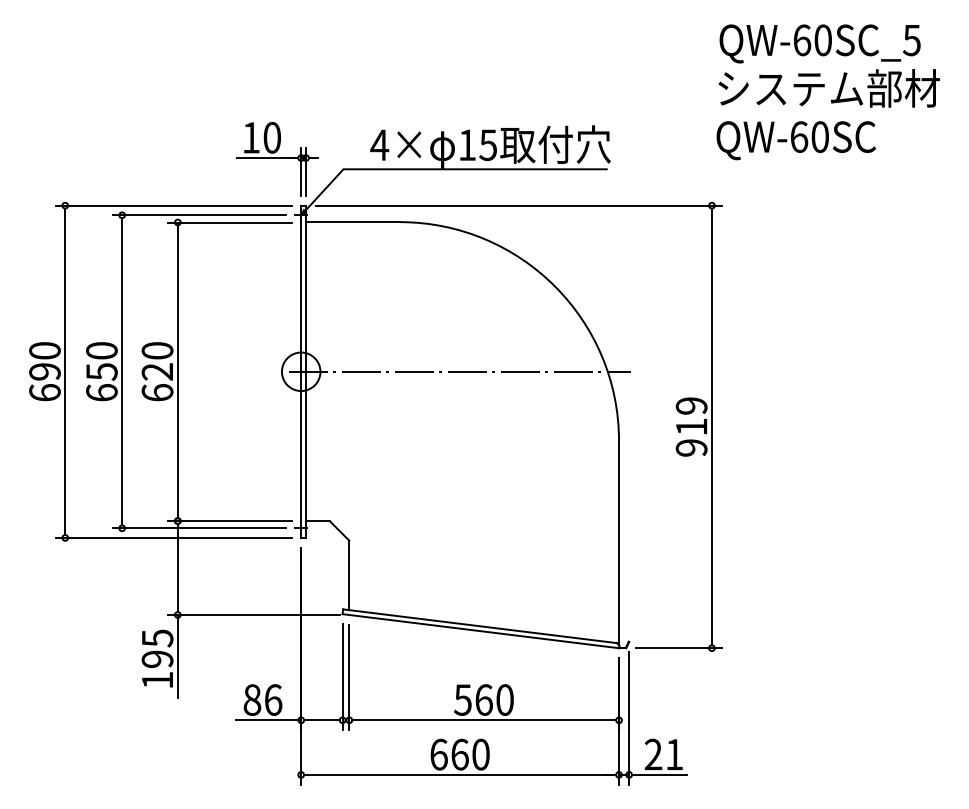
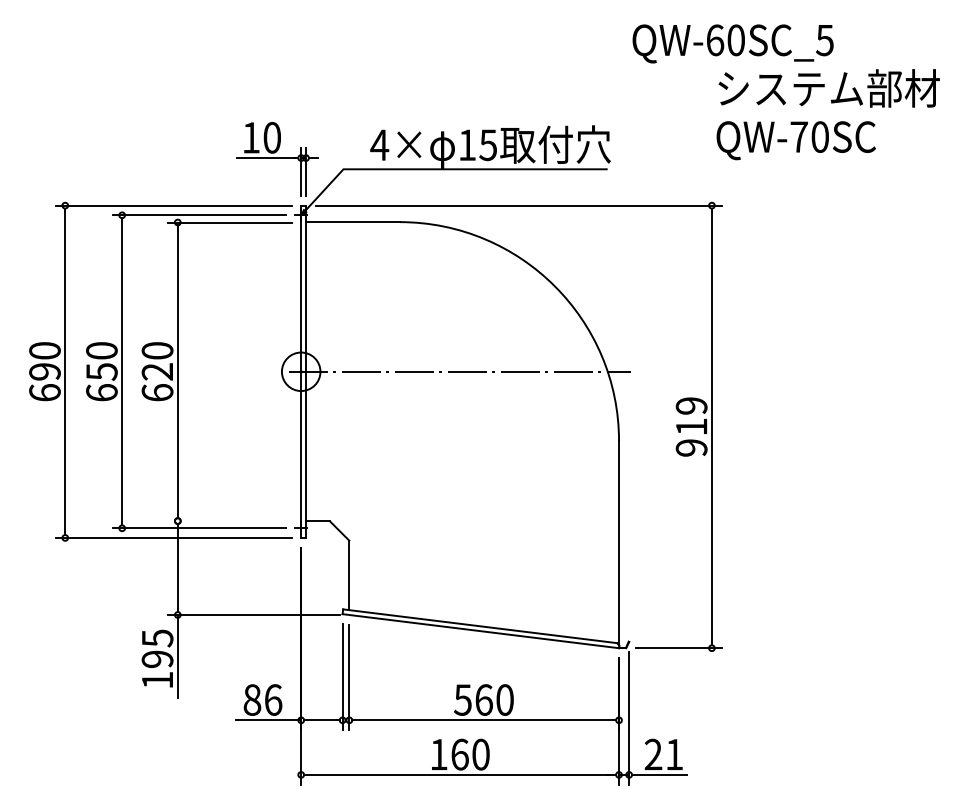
text at (819, 43) position: (819, 43) -> (732, 43)
text at (799, 136): QW-60SC -> QW-70SC
line at (229, 521): present -> none
text at (438, 754): 660 -> 160
